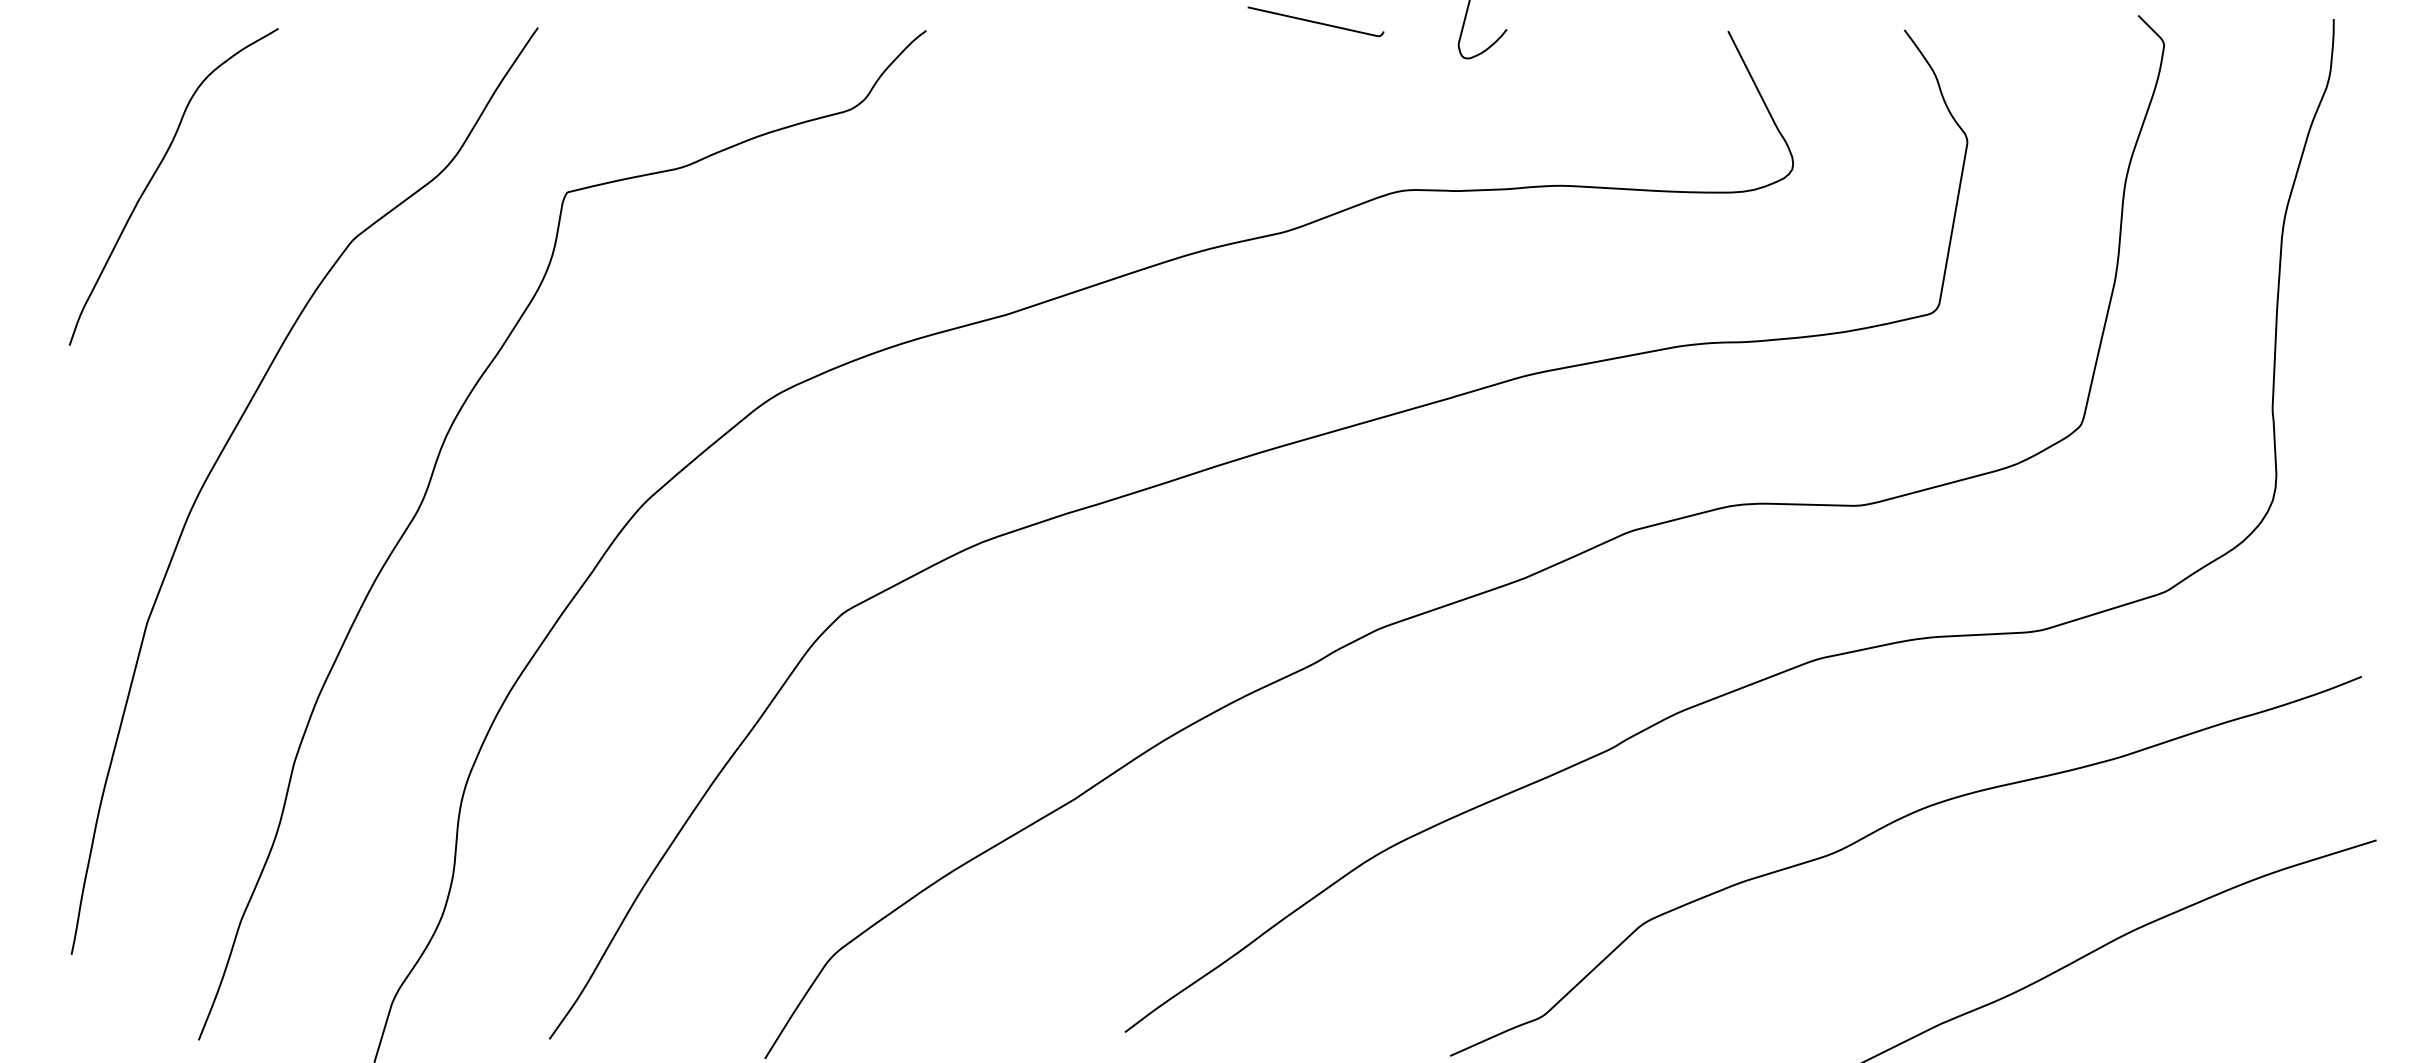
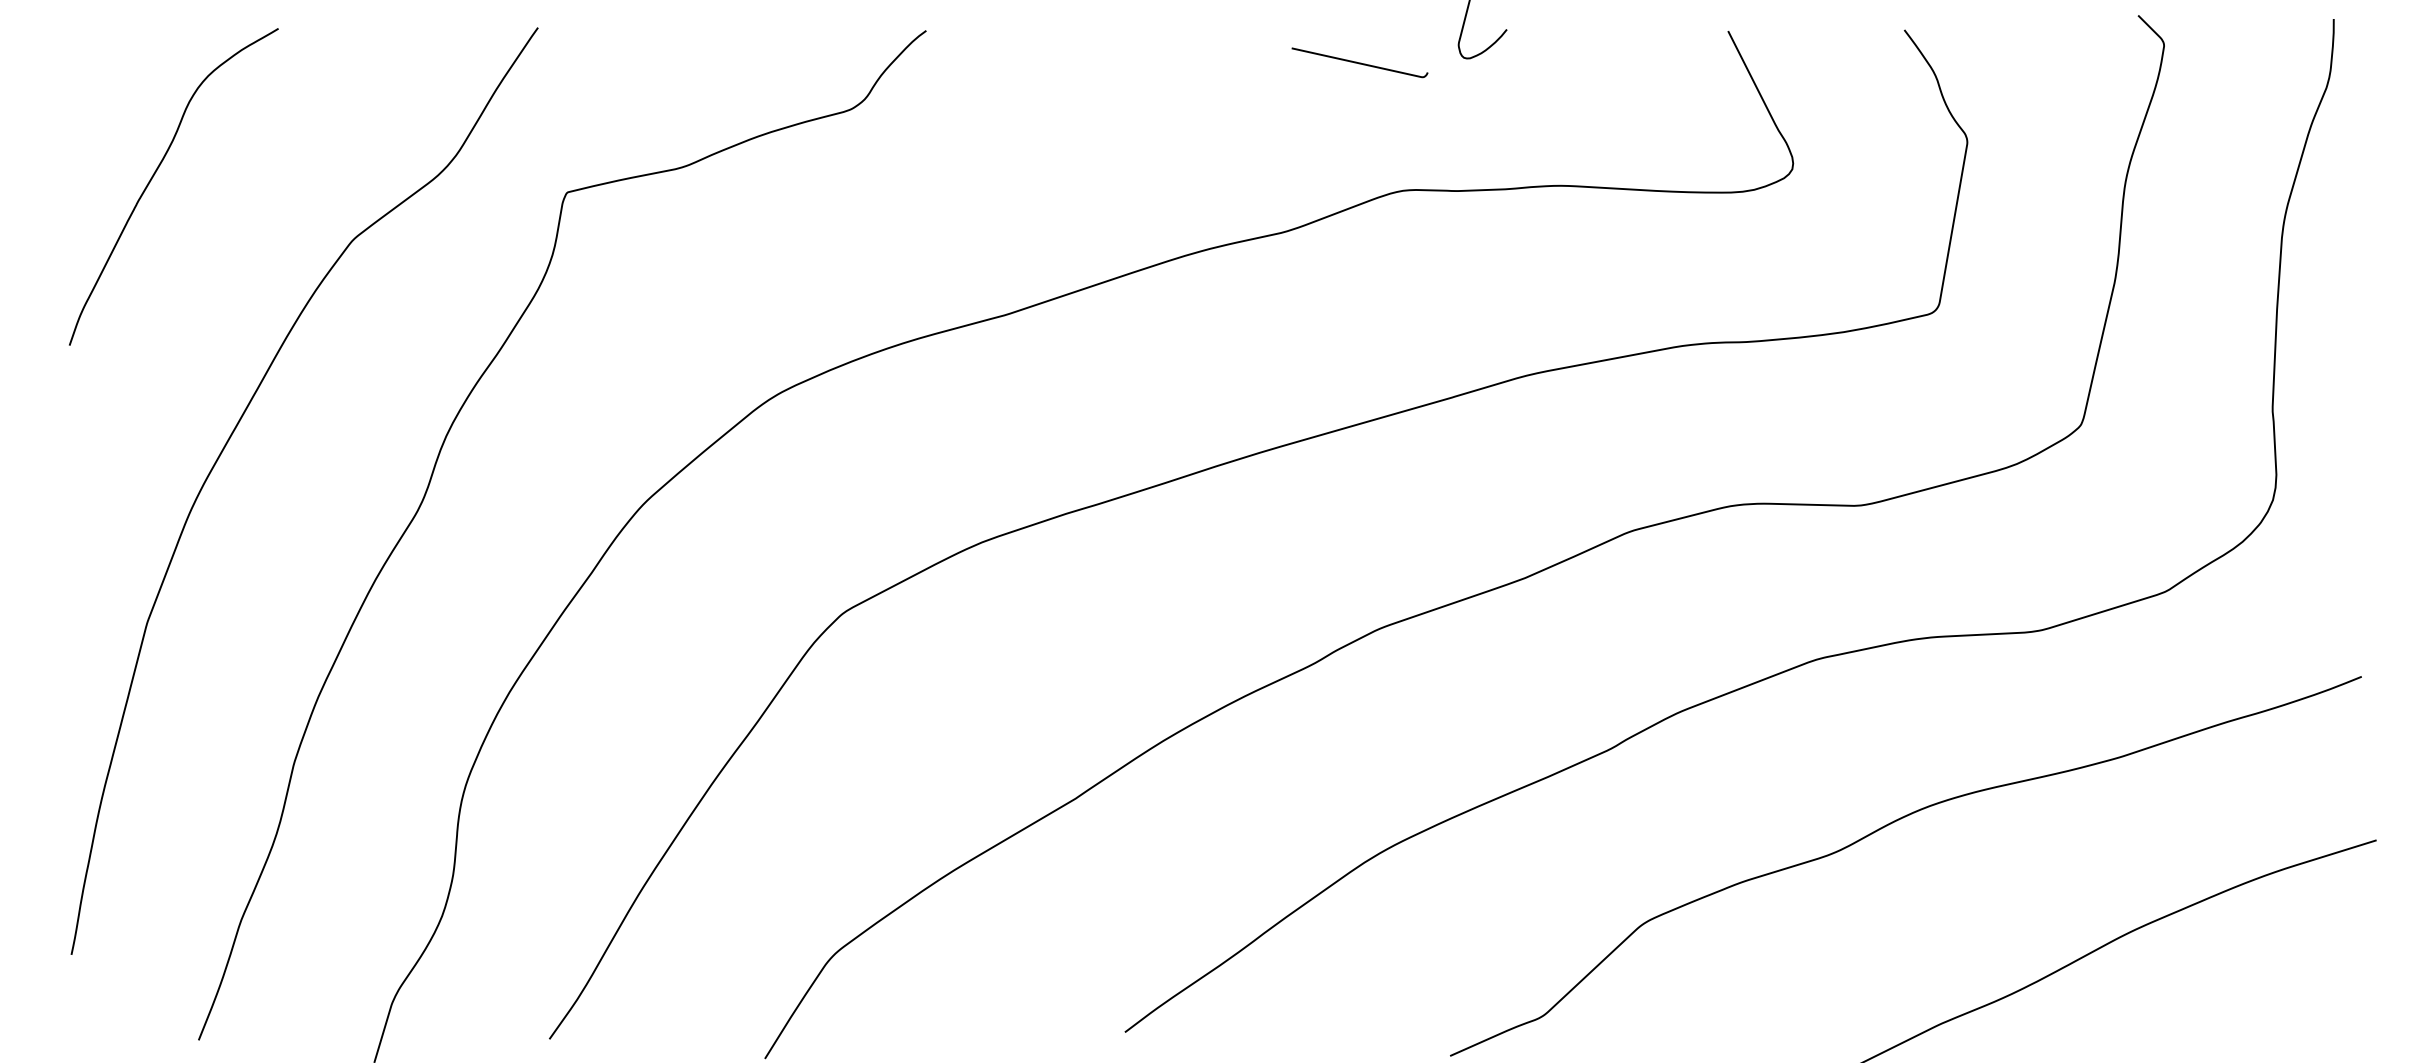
curve at (1315, 21) position: (1315, 21) -> (1359, 62)
